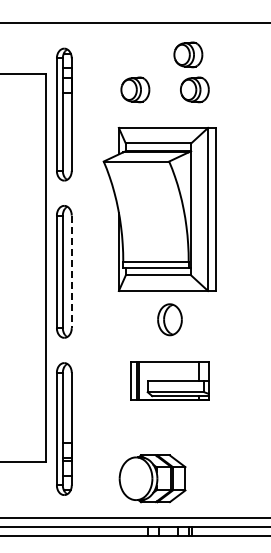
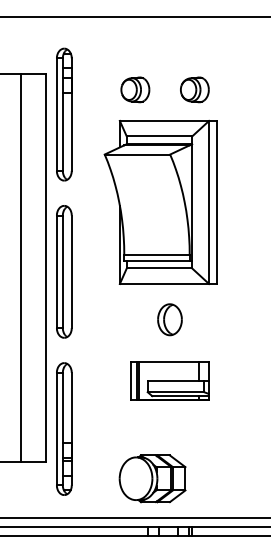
line at (134, 22) position: (134, 22) -> (134, 16)
part at (188, 54): present -> none
part at (159, 208) position: (159, 208) -> (160, 201)
line at (21, 267): none -> present
line at (71, 272): dashed -> solid
